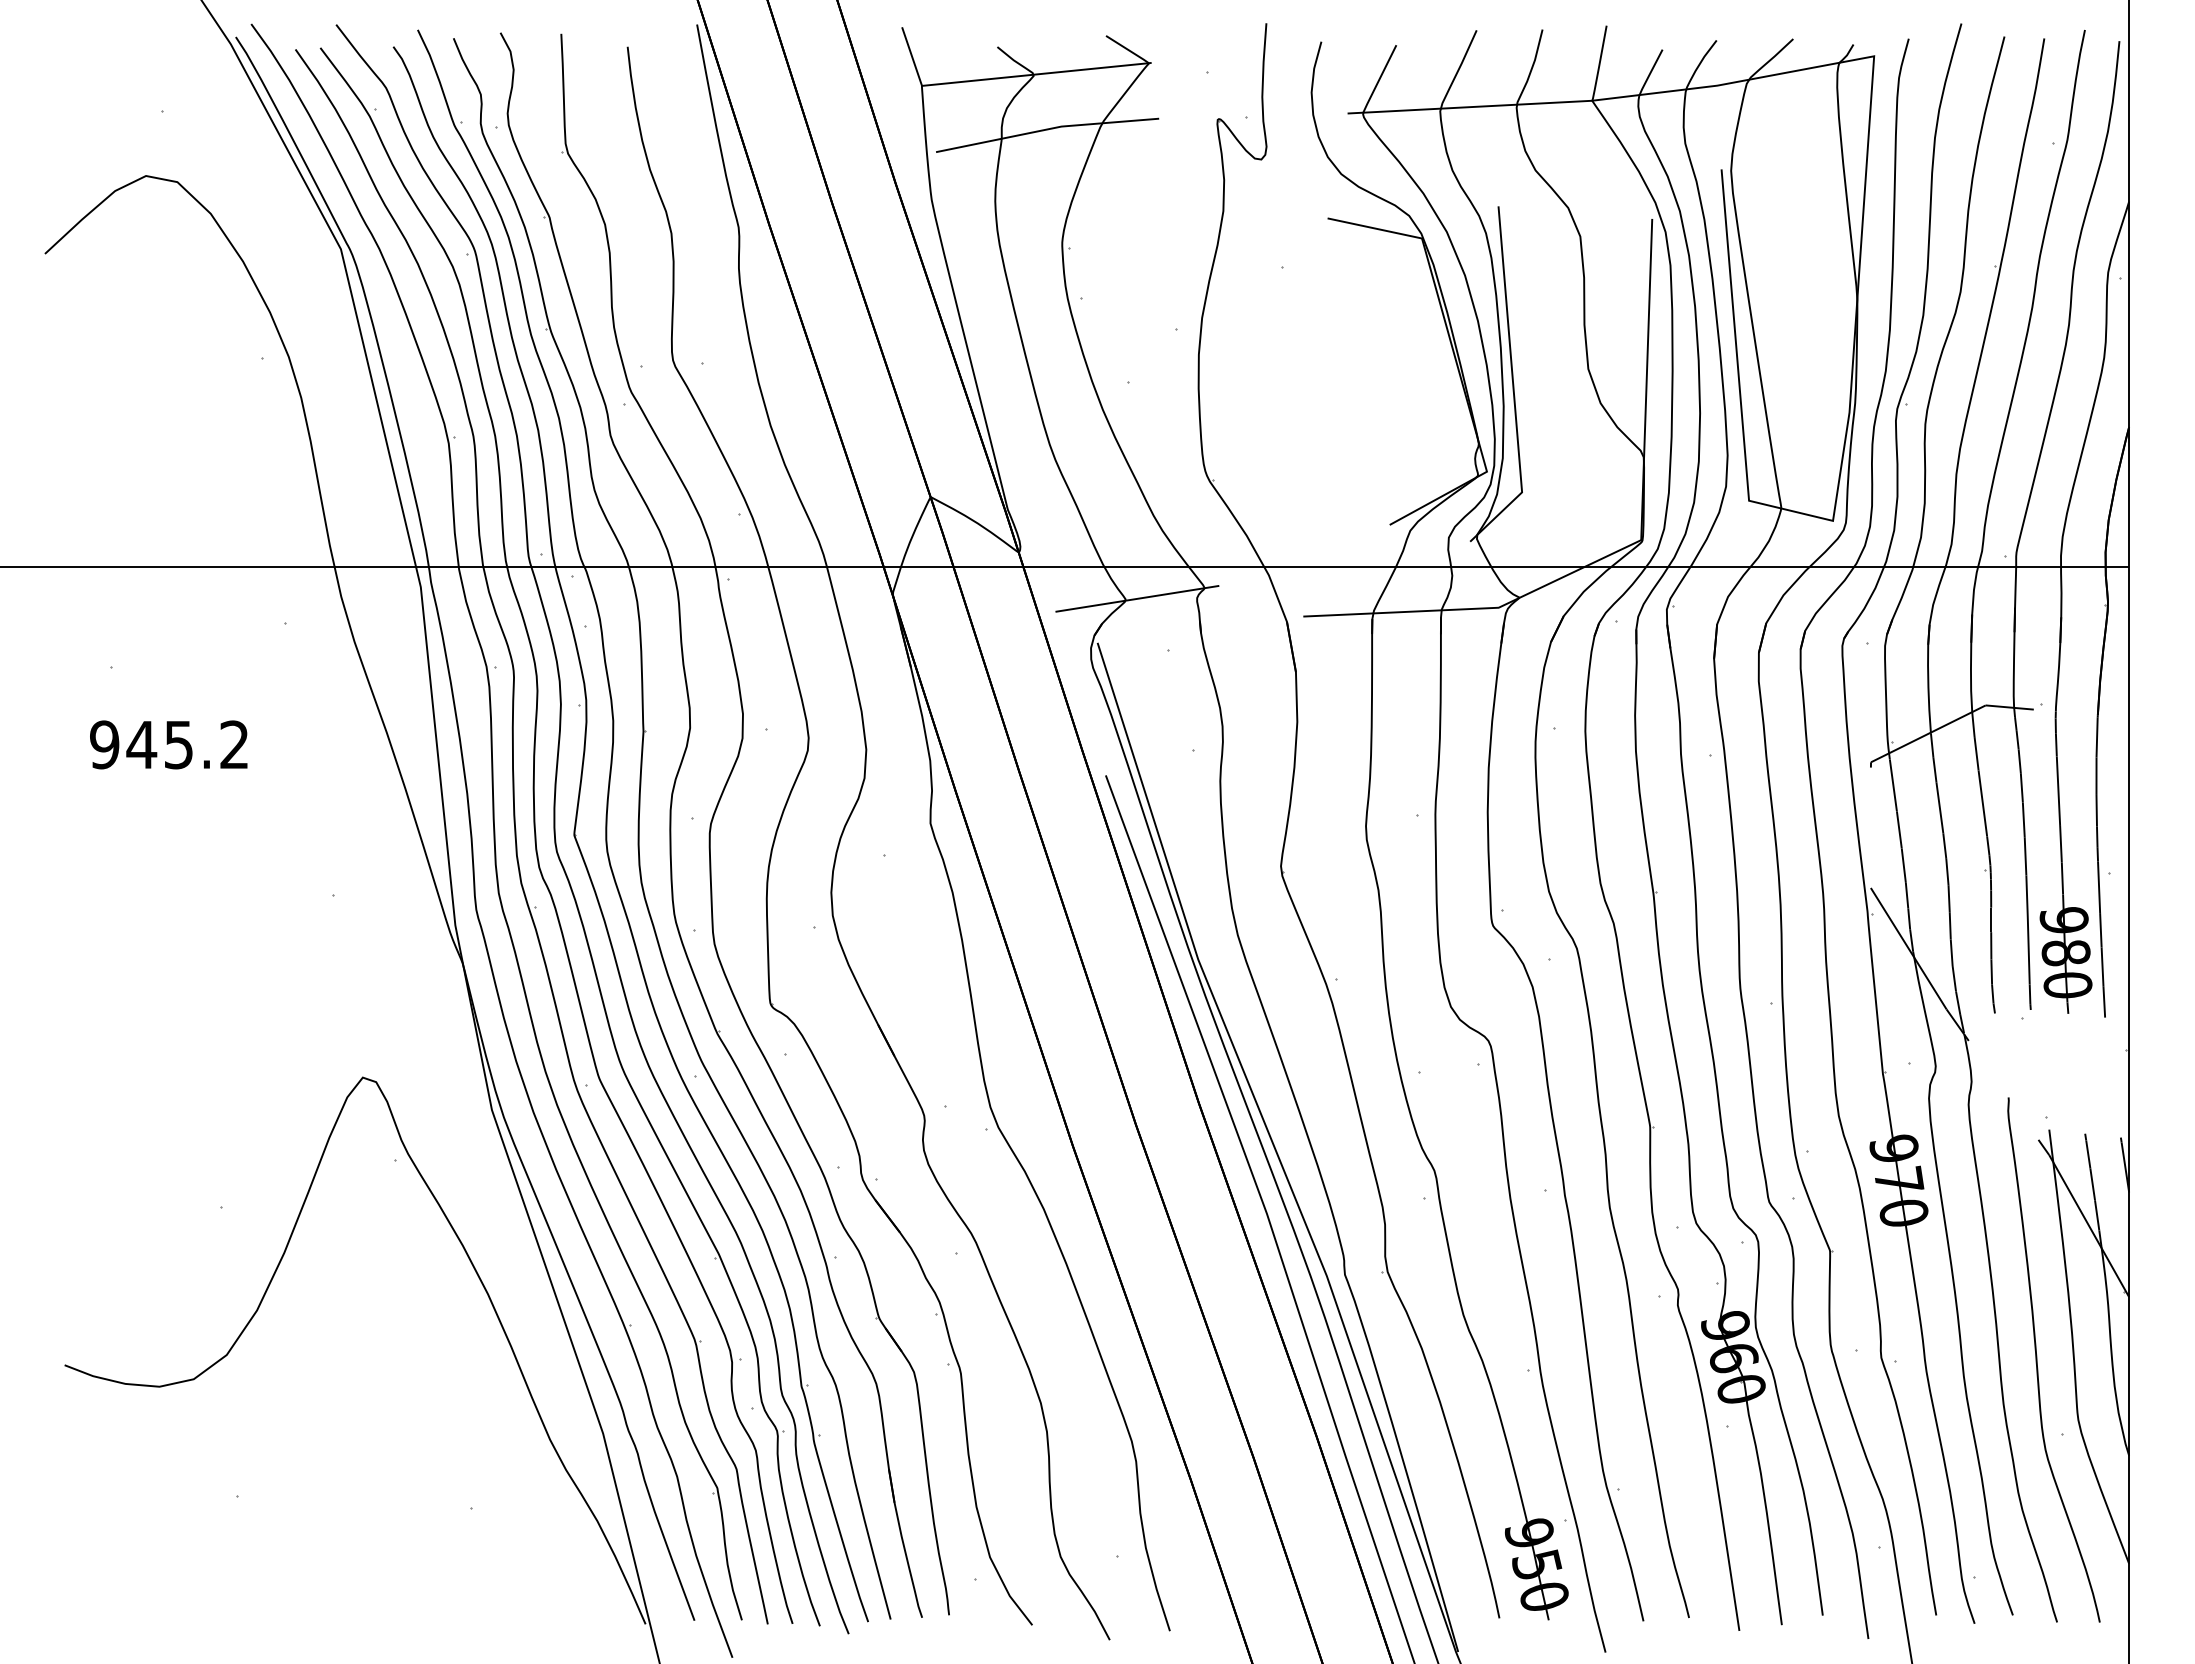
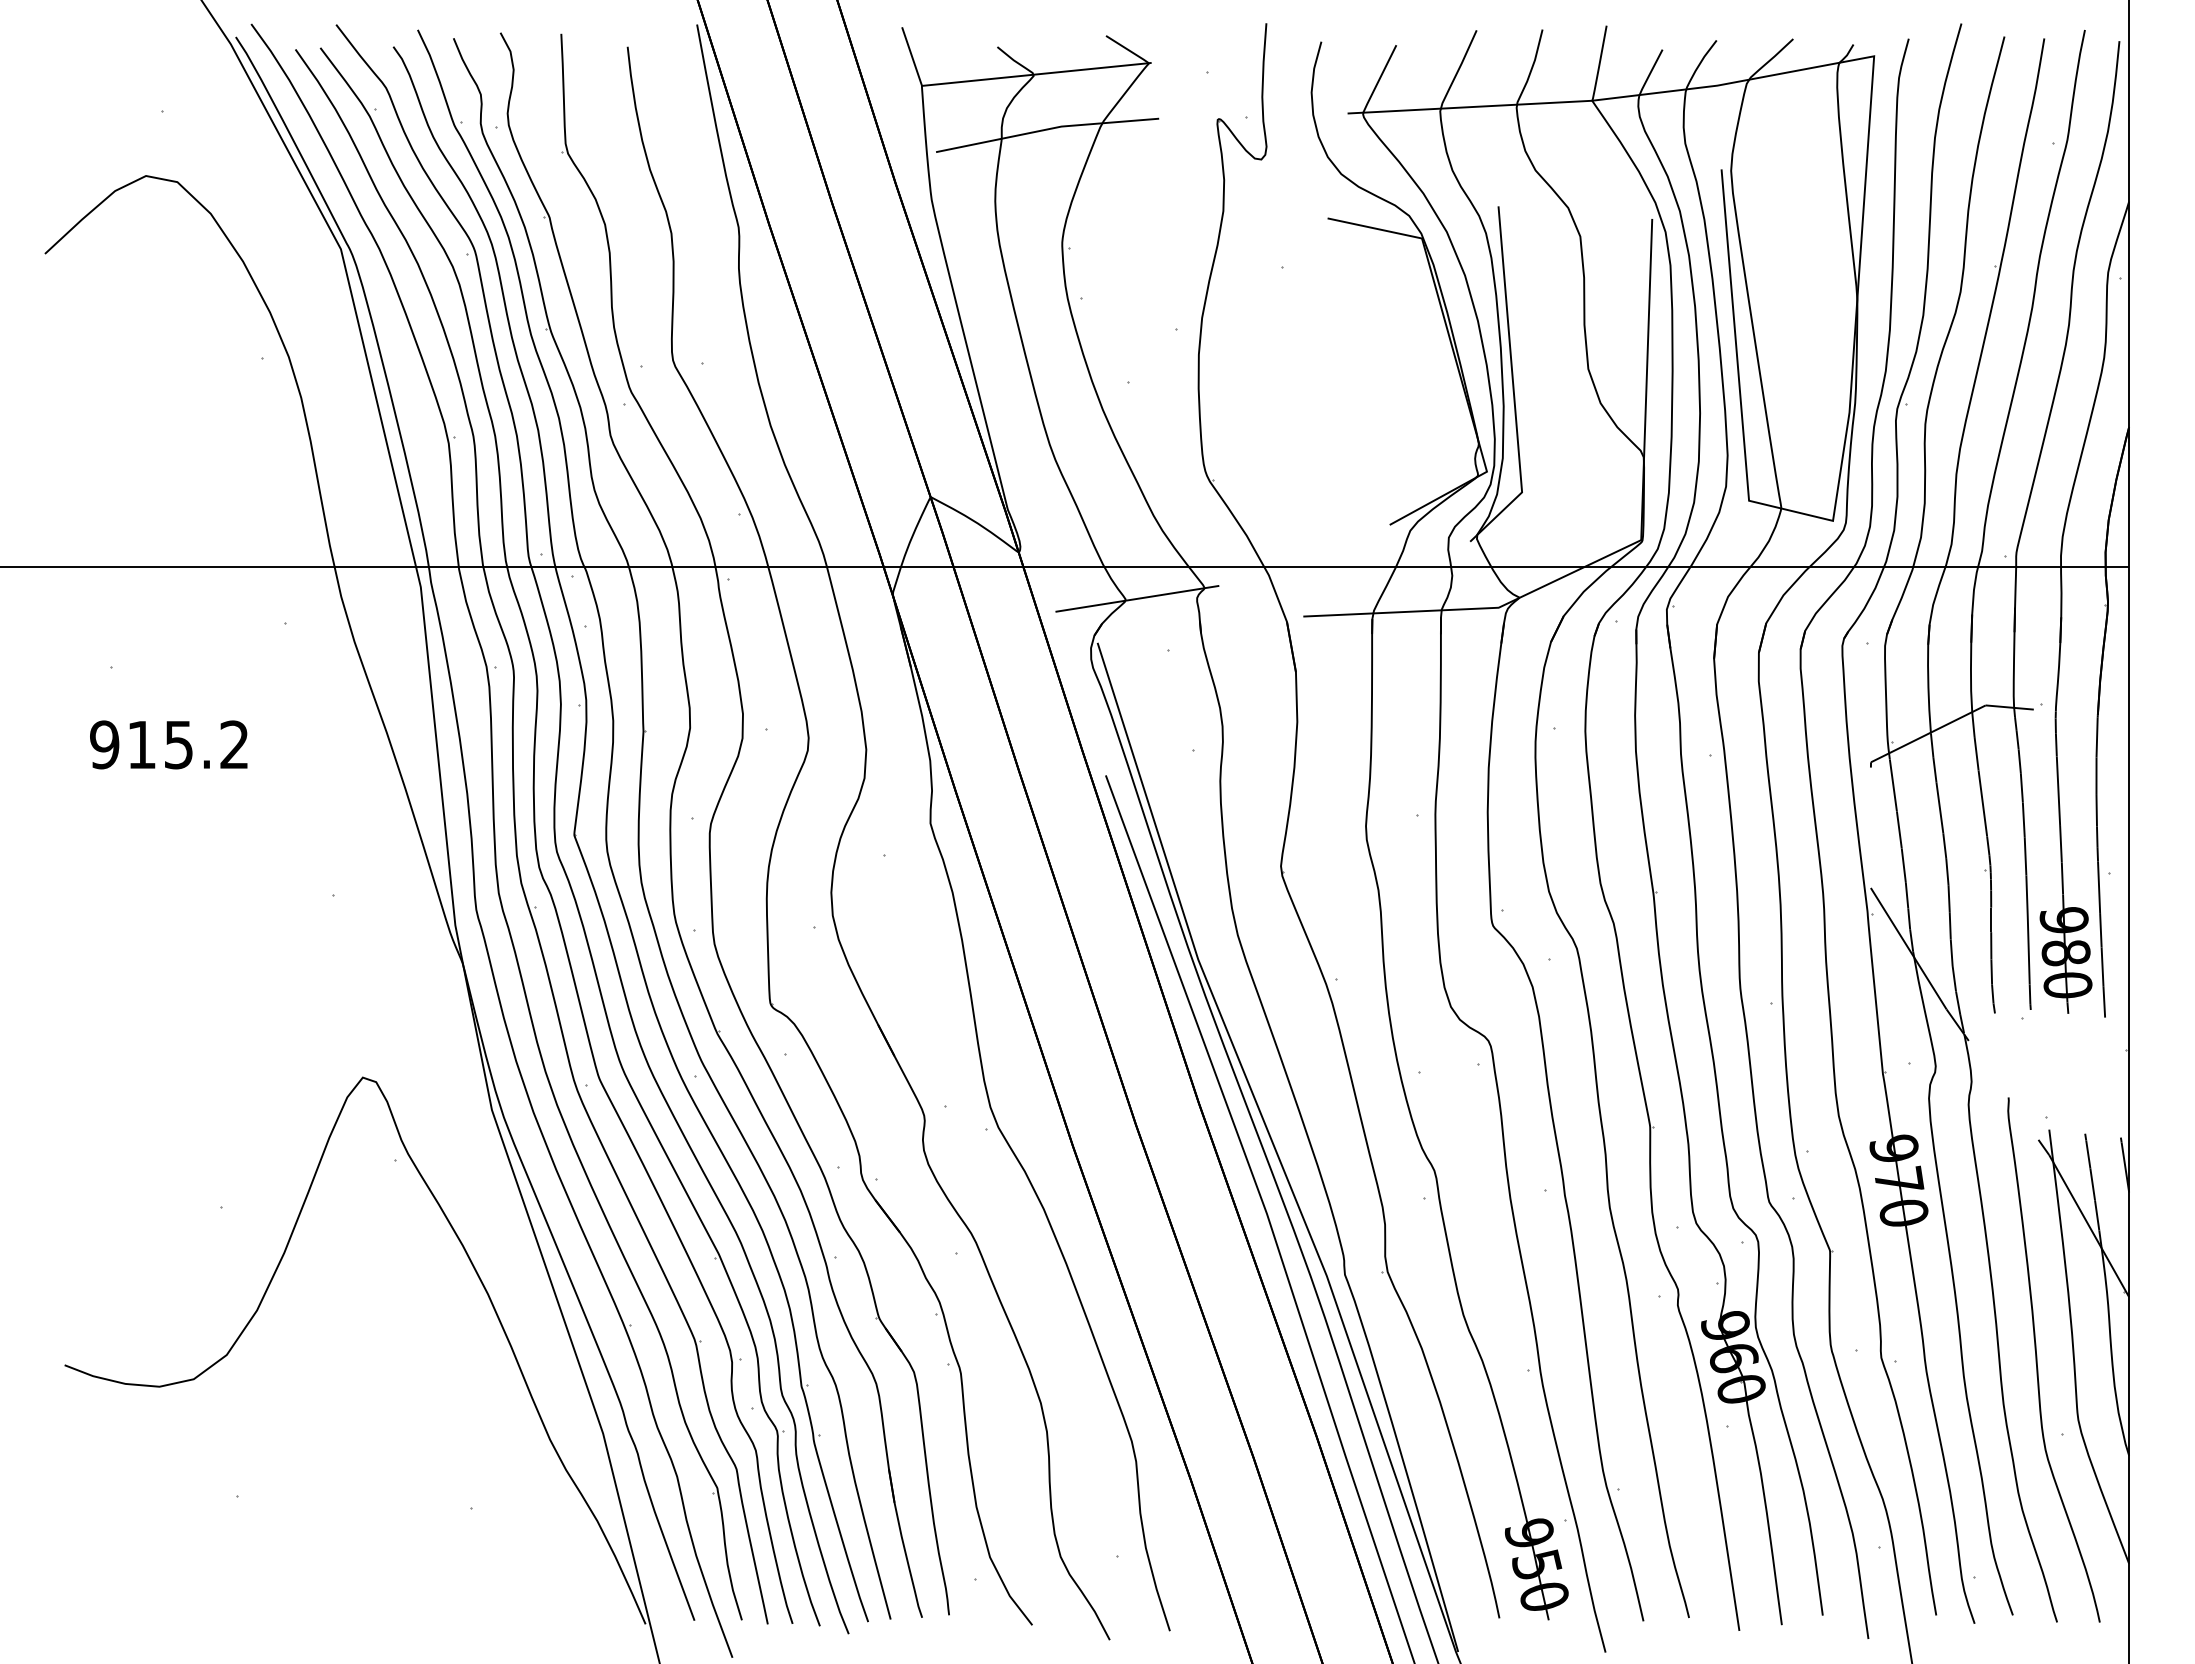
text at (141, 744): 945.2 -> 915.2
